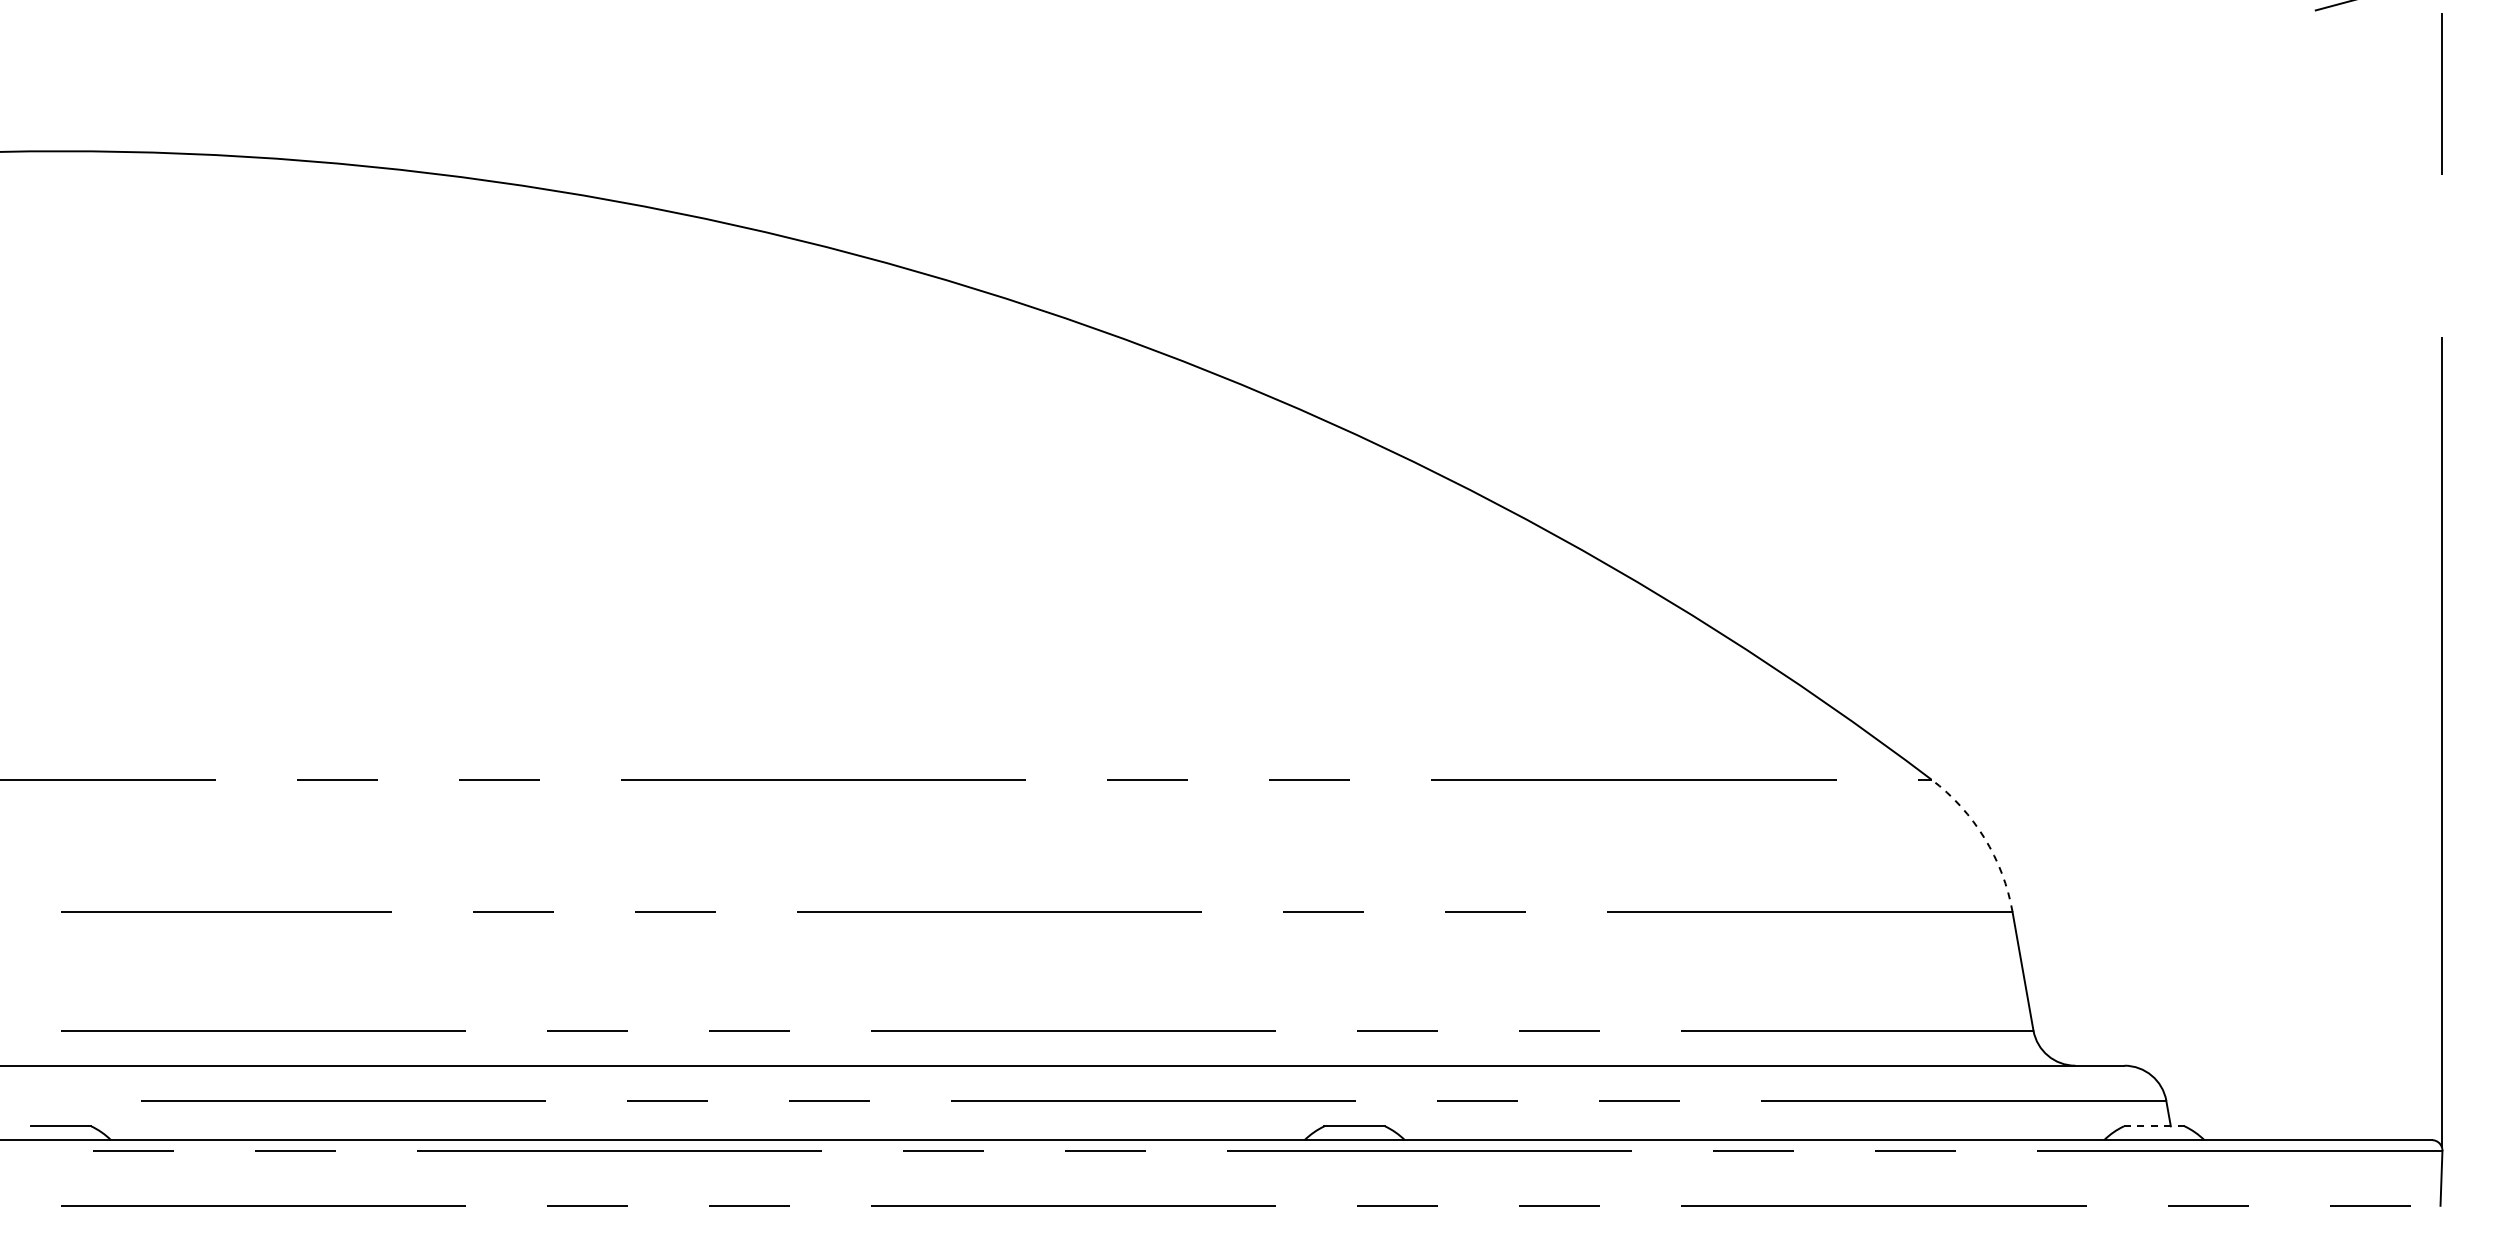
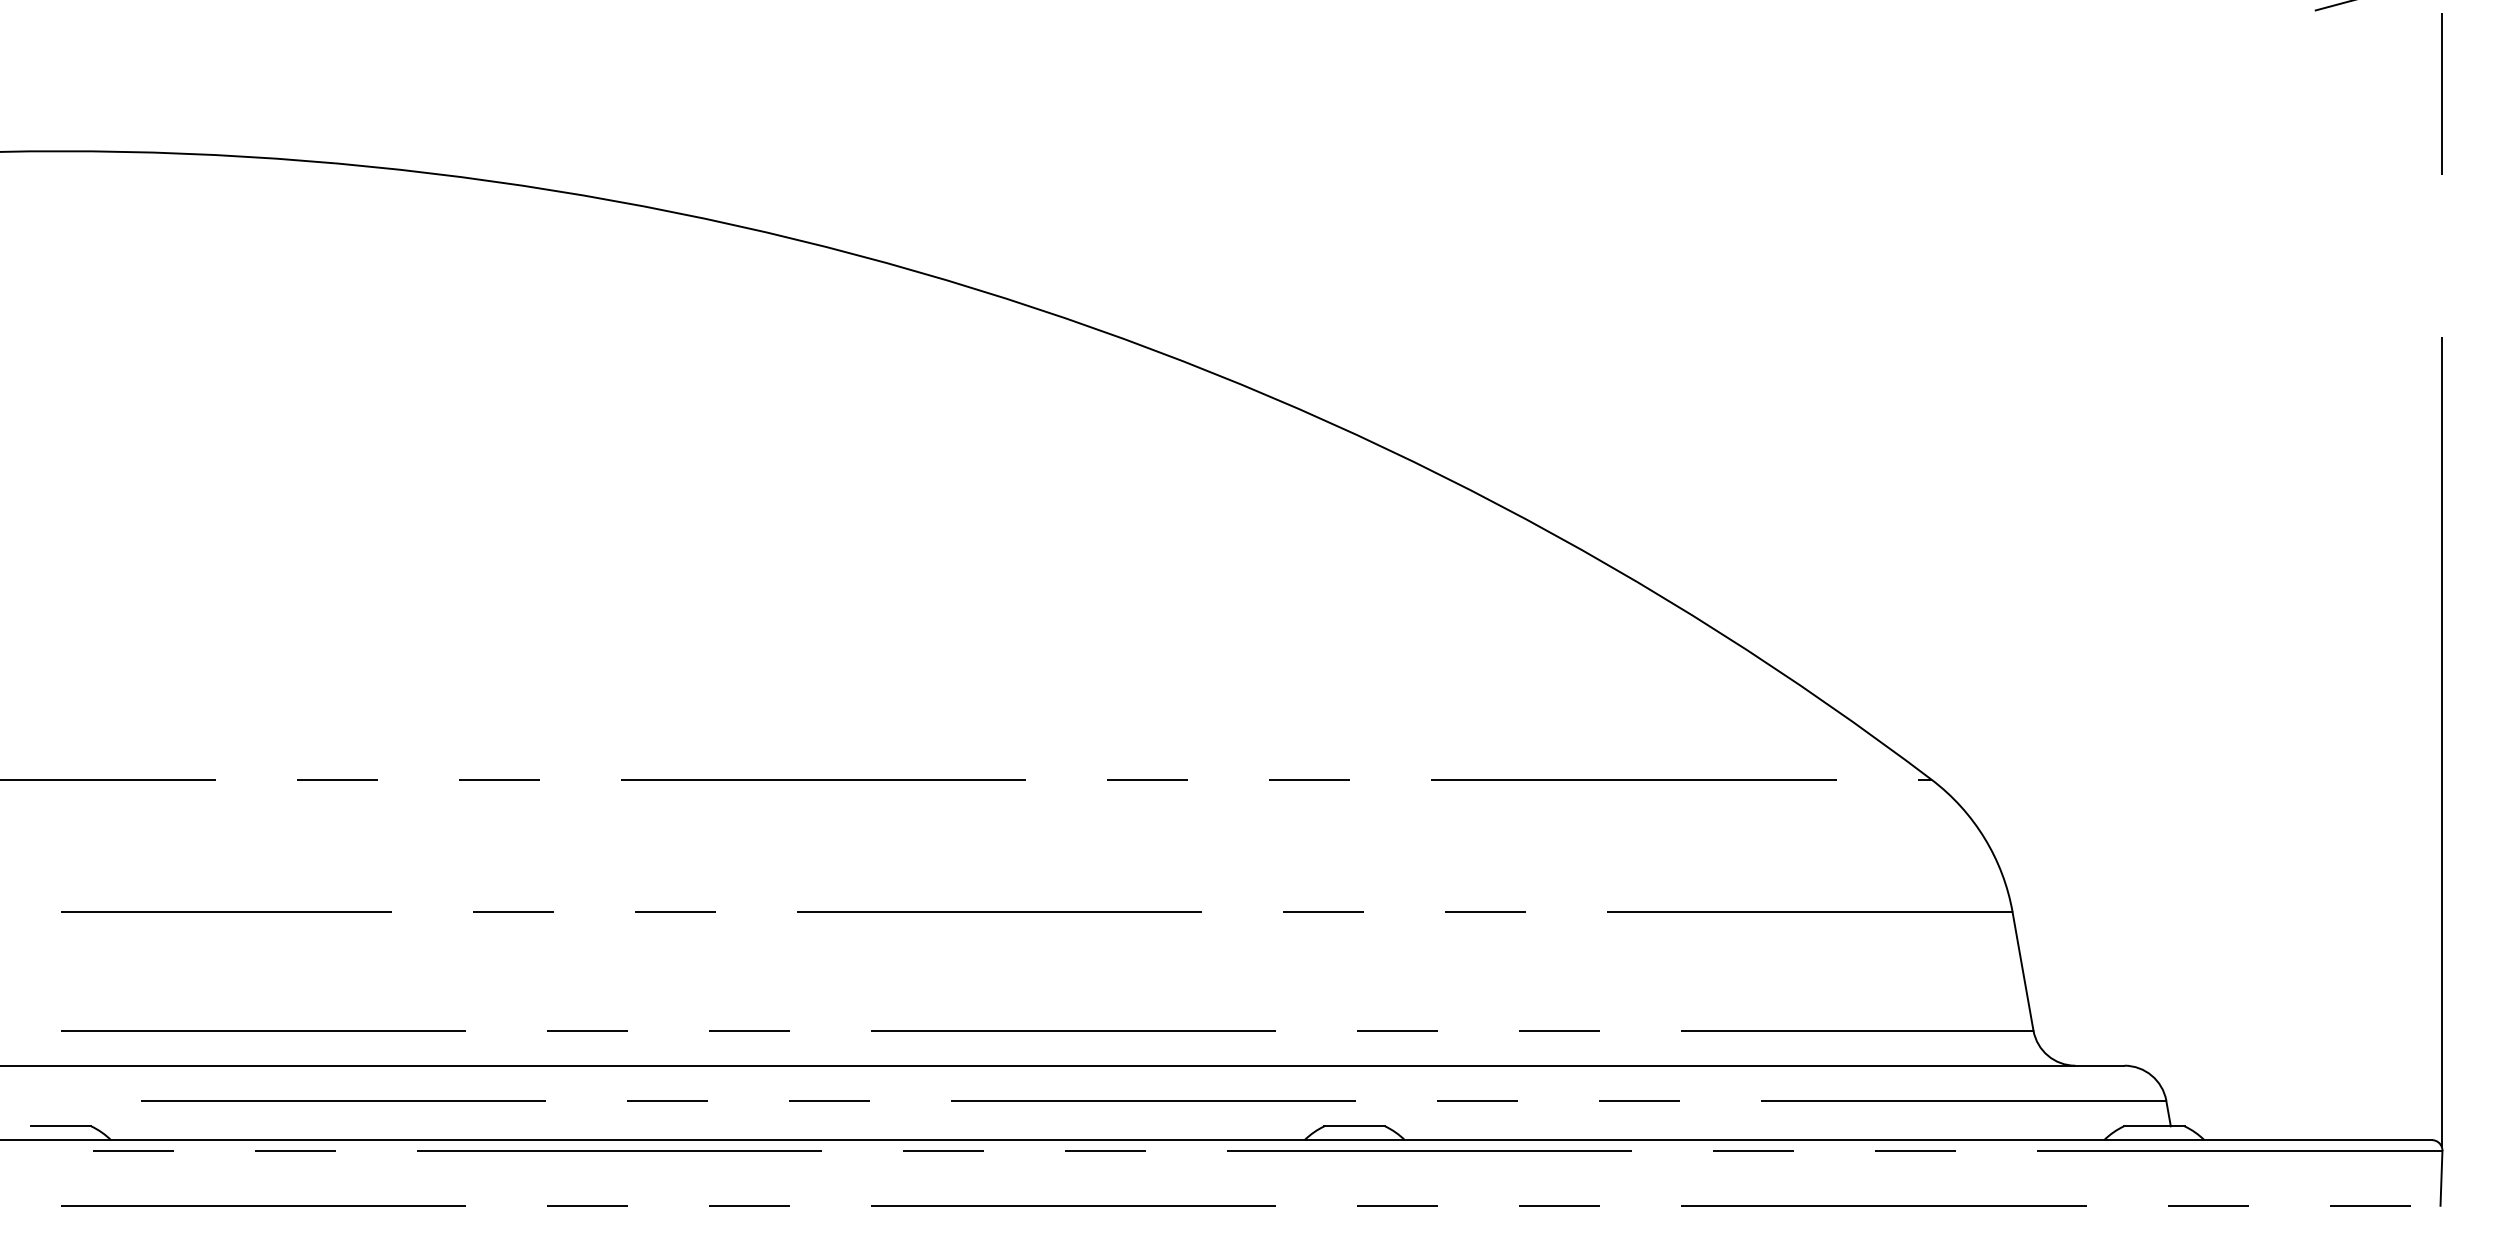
arc at (1984, 838): dashed -> solid
line at (2154, 1126): dashed -> solid
